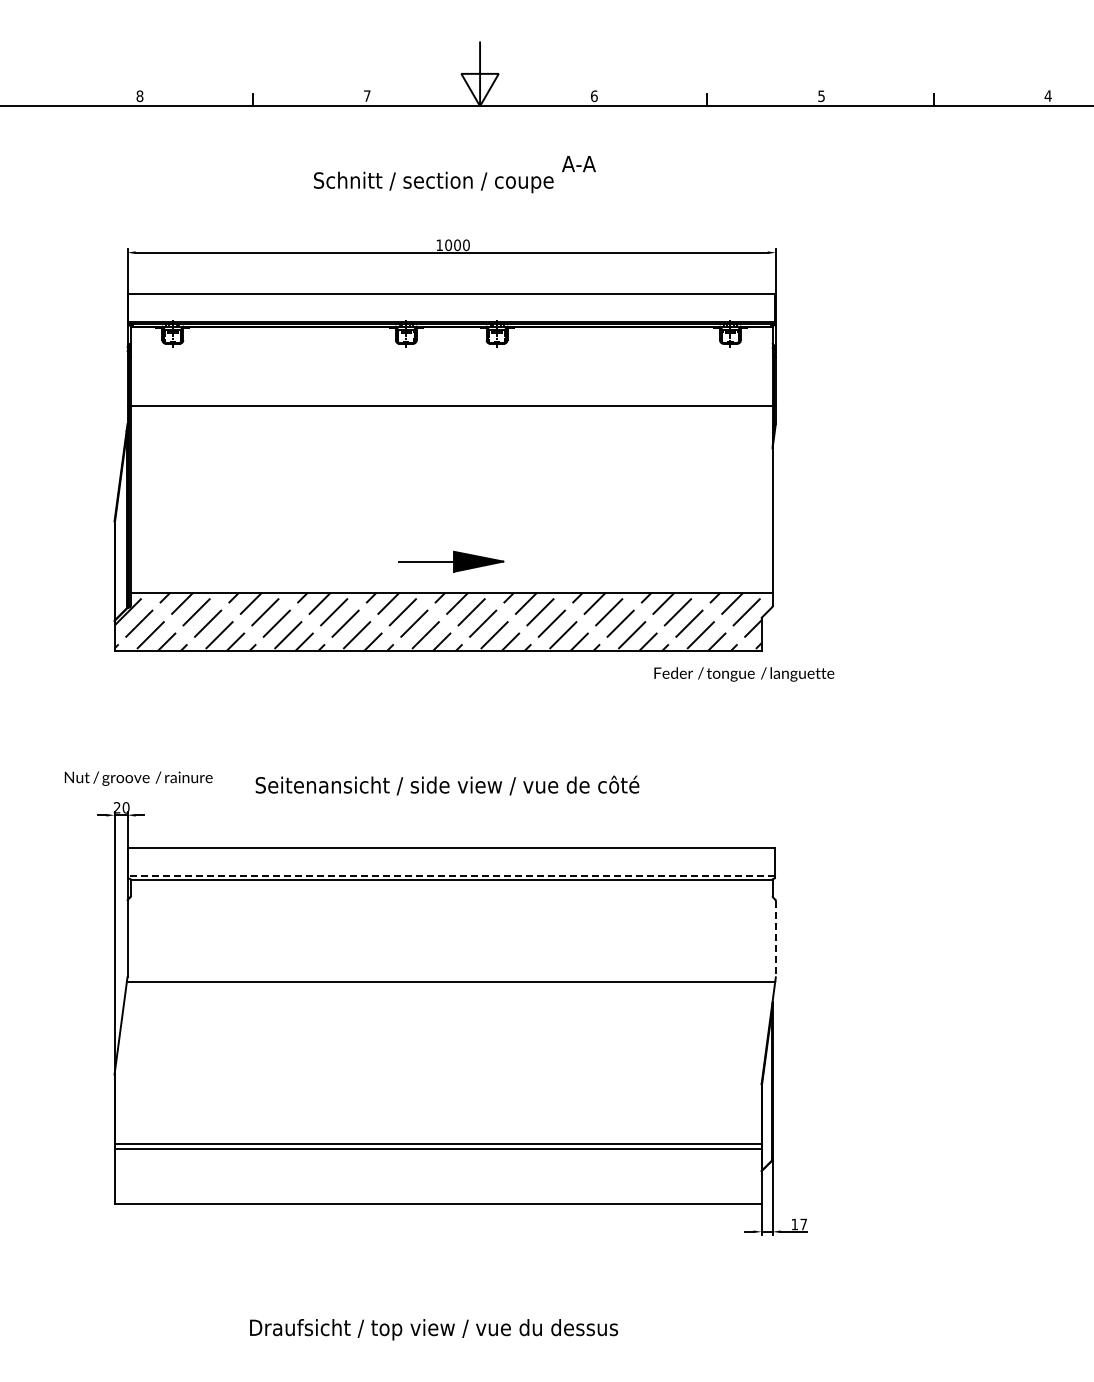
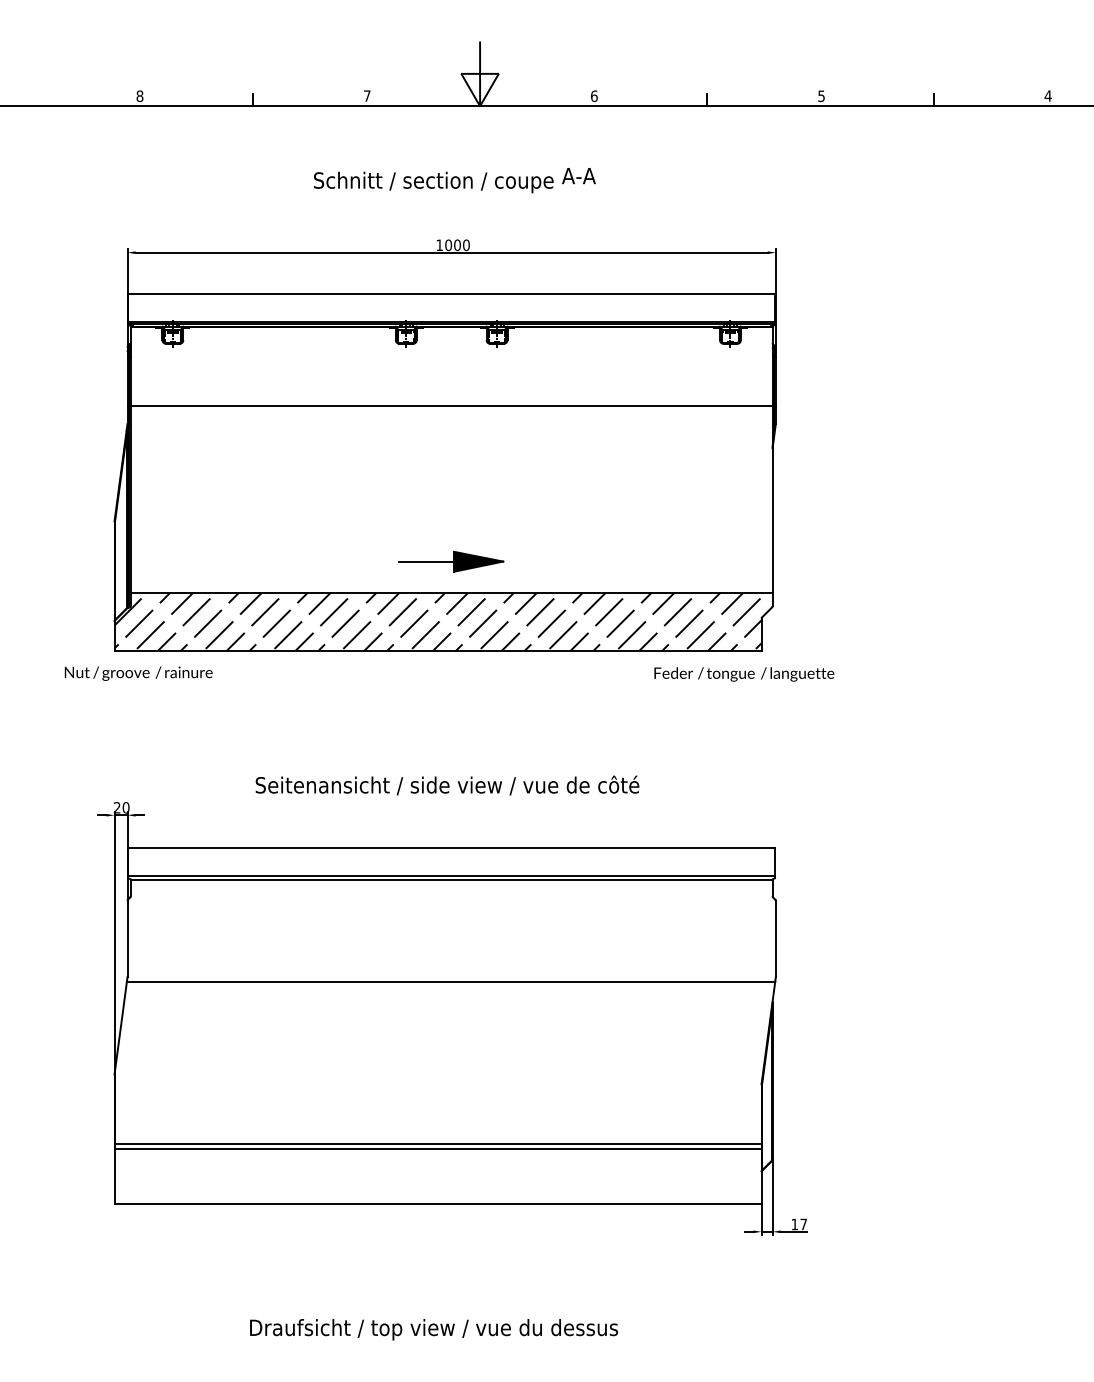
text at (578, 164) position: (578, 164) -> (578, 176)
text at (138, 778) position: (138, 778) -> (138, 673)
line at (451, 875): dashed -> solid
line at (775, 939): dashed -> solid
